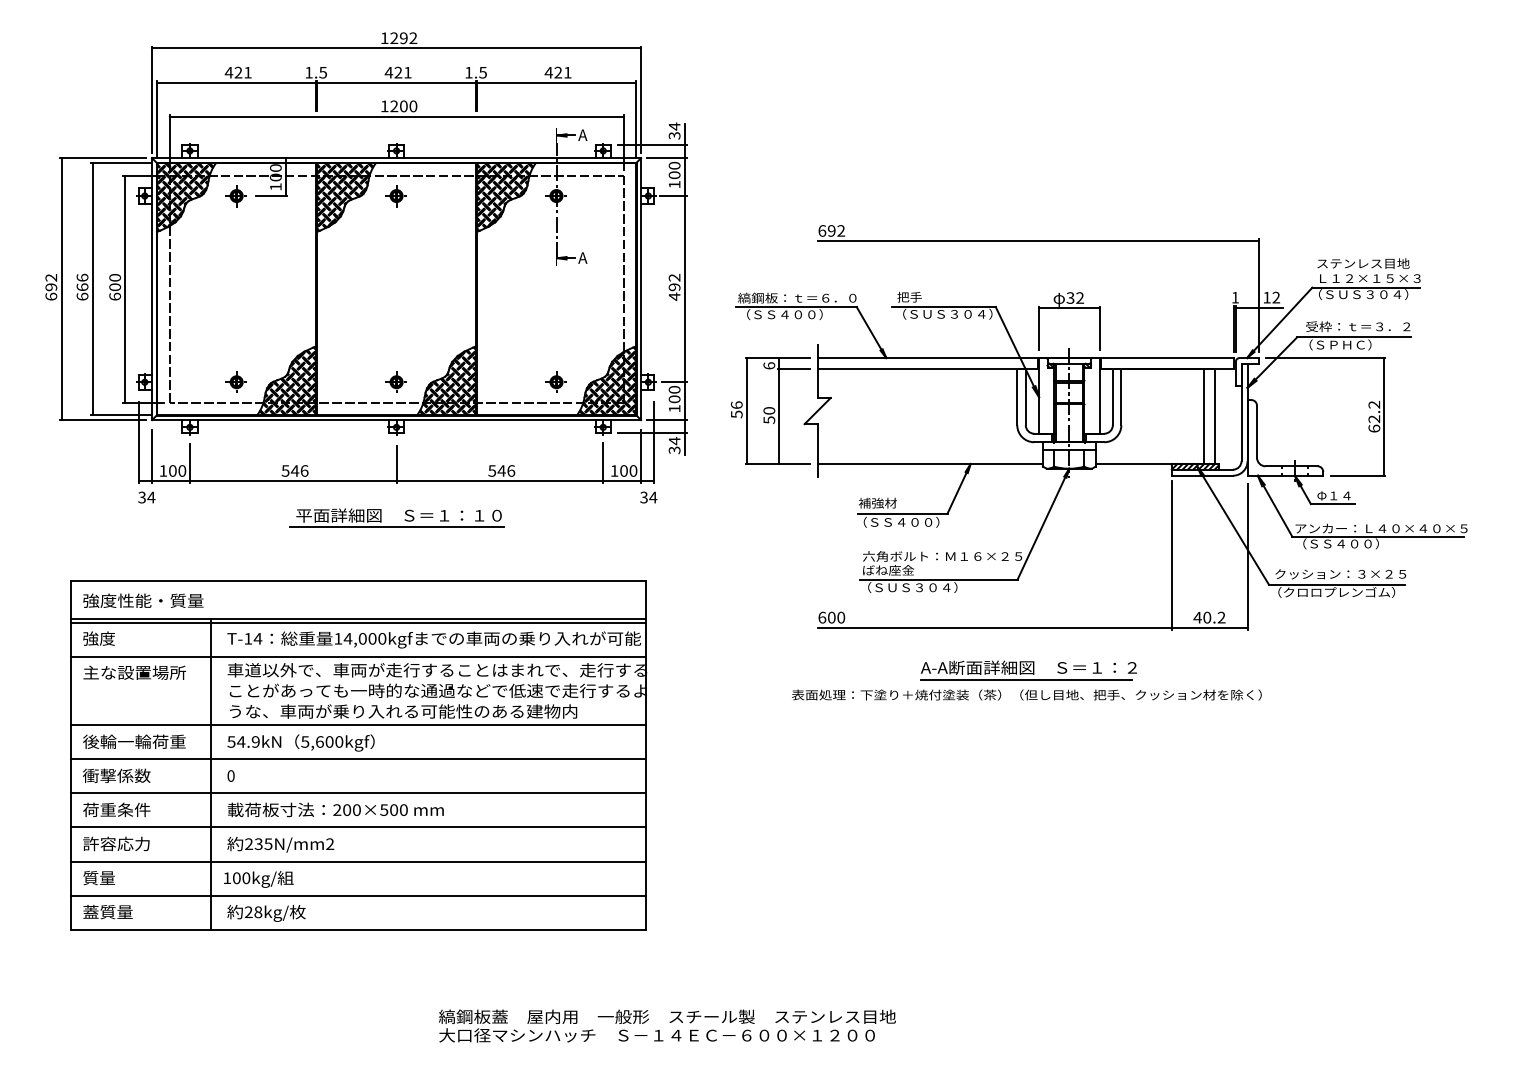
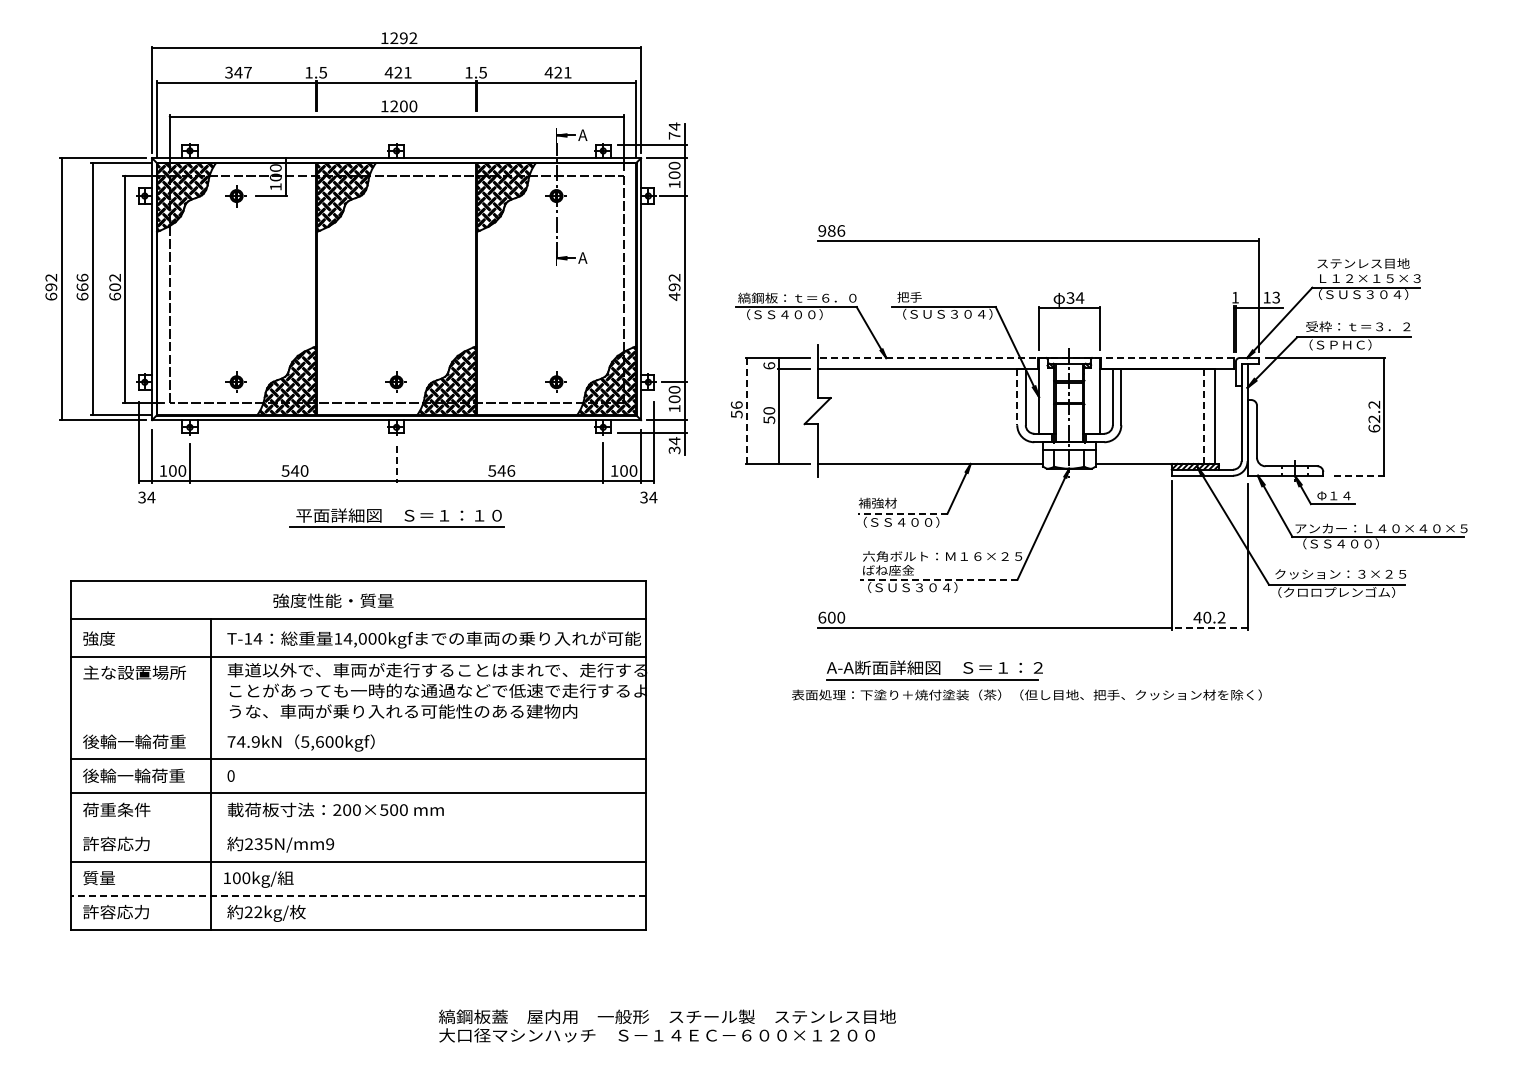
text at (237, 72): 421 -> 347
text at (674, 135): 34 -> 74
part at (395, 196): present -> none
text at (831, 230): 692 -> 986
text at (115, 277): 600 -> 602
text at (1079, 297): 32 -> 34
text at (1276, 297): 12 -> 13
line at (1025, 358): solid -> dashed
line at (1017, 397): solid -> dashed
line at (746, 411): solid -> dashed
line at (1203, 417): solid -> dashed
line at (396, 465): solid -> dashed
text at (304, 470): 546 -> 540
line at (1357, 475): solid -> dashed
line at (902, 513): solid -> dashed
line at (938, 579): solid -> dashed
text at (143, 600) position: (143, 600) -> (333, 600)
line at (358, 623): present -> none
line at (1209, 627): solid -> dashed
part at (1028, 670) position: (1028, 670) -> (934, 670)
line at (358, 725): present -> none
text at (231, 741): 54.9kN -> 74.9kN
text at (133, 775): 衝撃係数 -> 後輪一輪荷重
line at (358, 827): present -> none
text at (330, 844): 235N/mm2 -> 235N/mm9
line at (358, 895): solid -> dashed
text at (115, 911): 蓋質量 -> 許容応力
text at (258, 912): 28kg/ -> 22kg/
